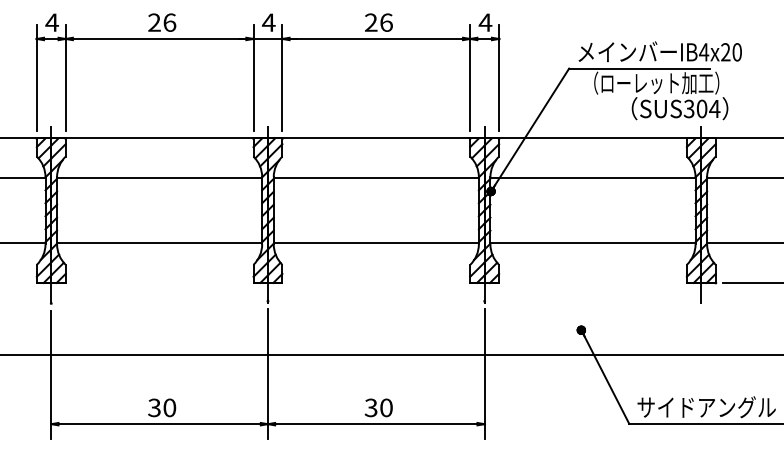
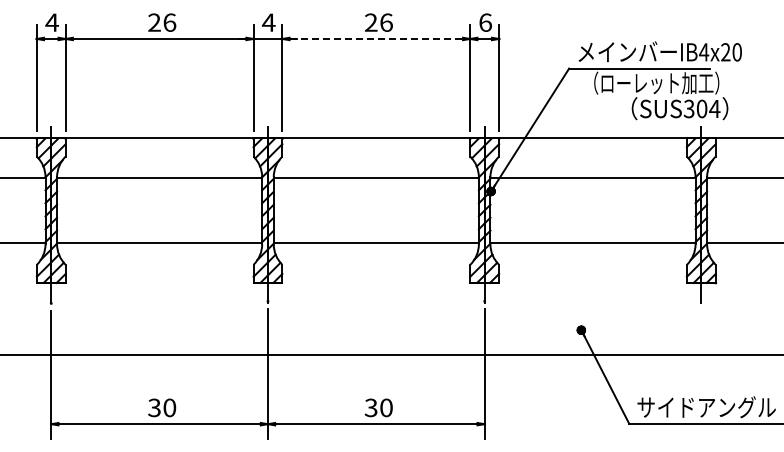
text at (485, 22): 4 -> 6
line at (376, 38): solid -> dashed
line at (751, 282): present -> none
